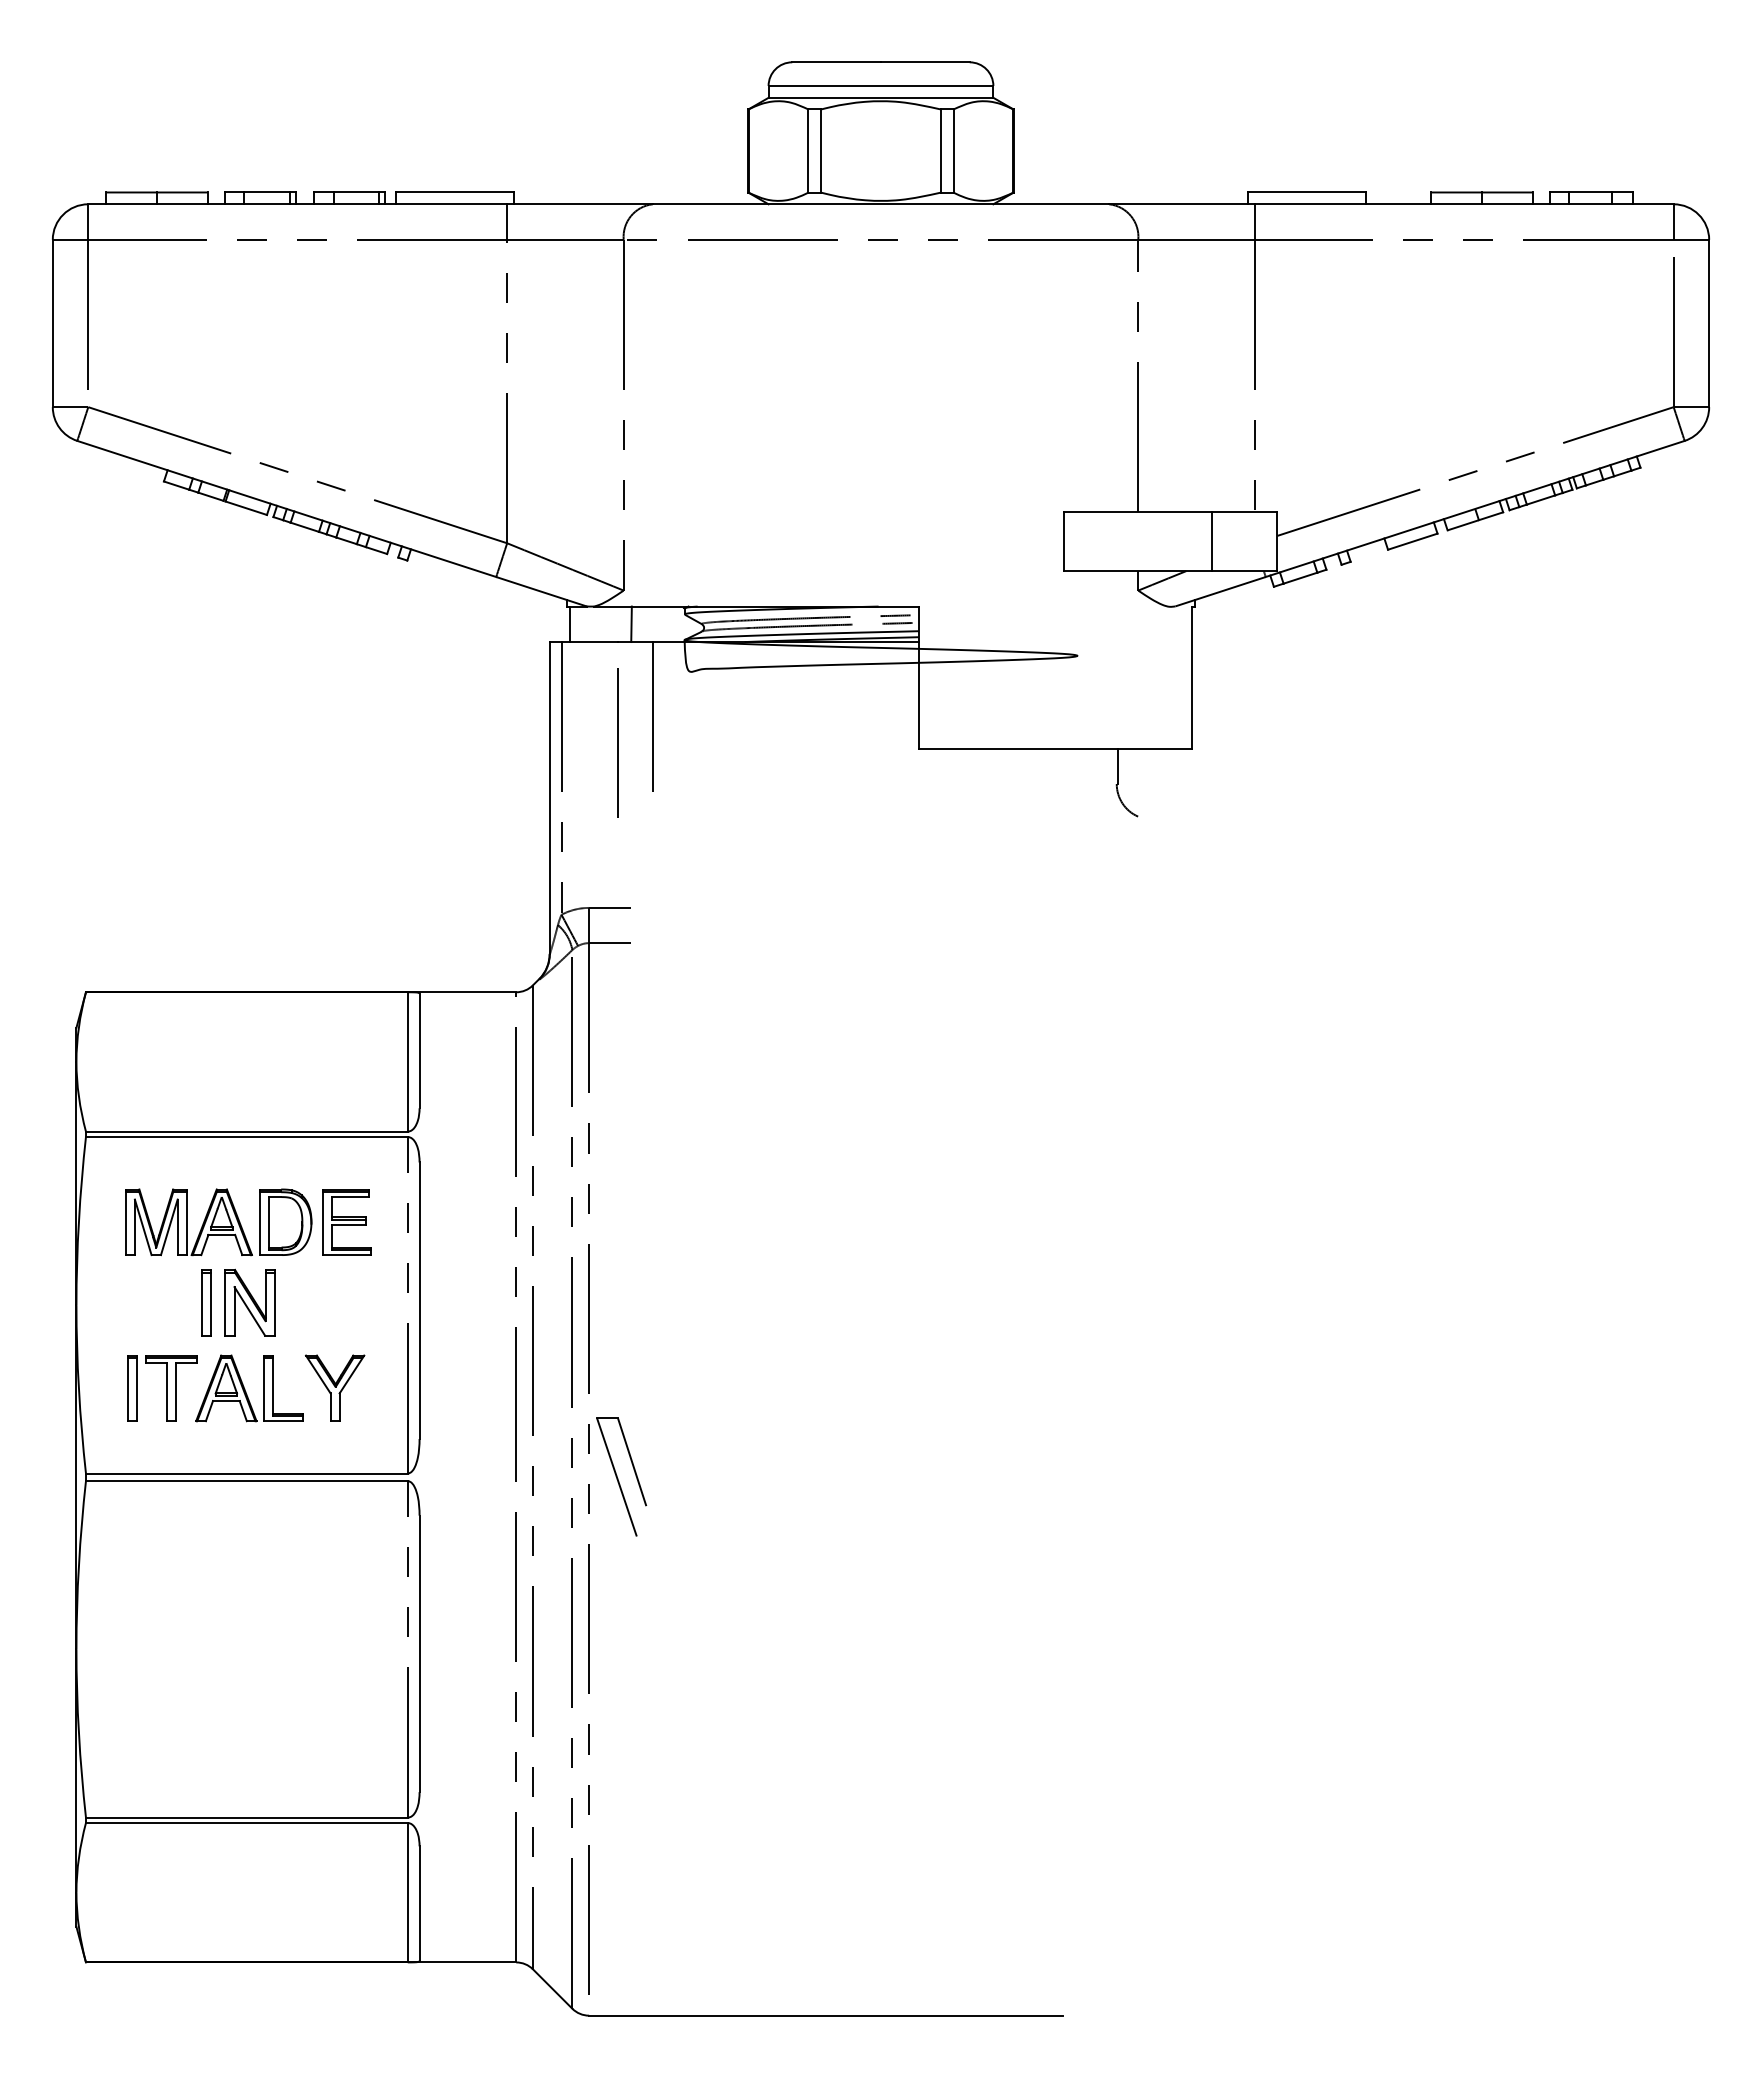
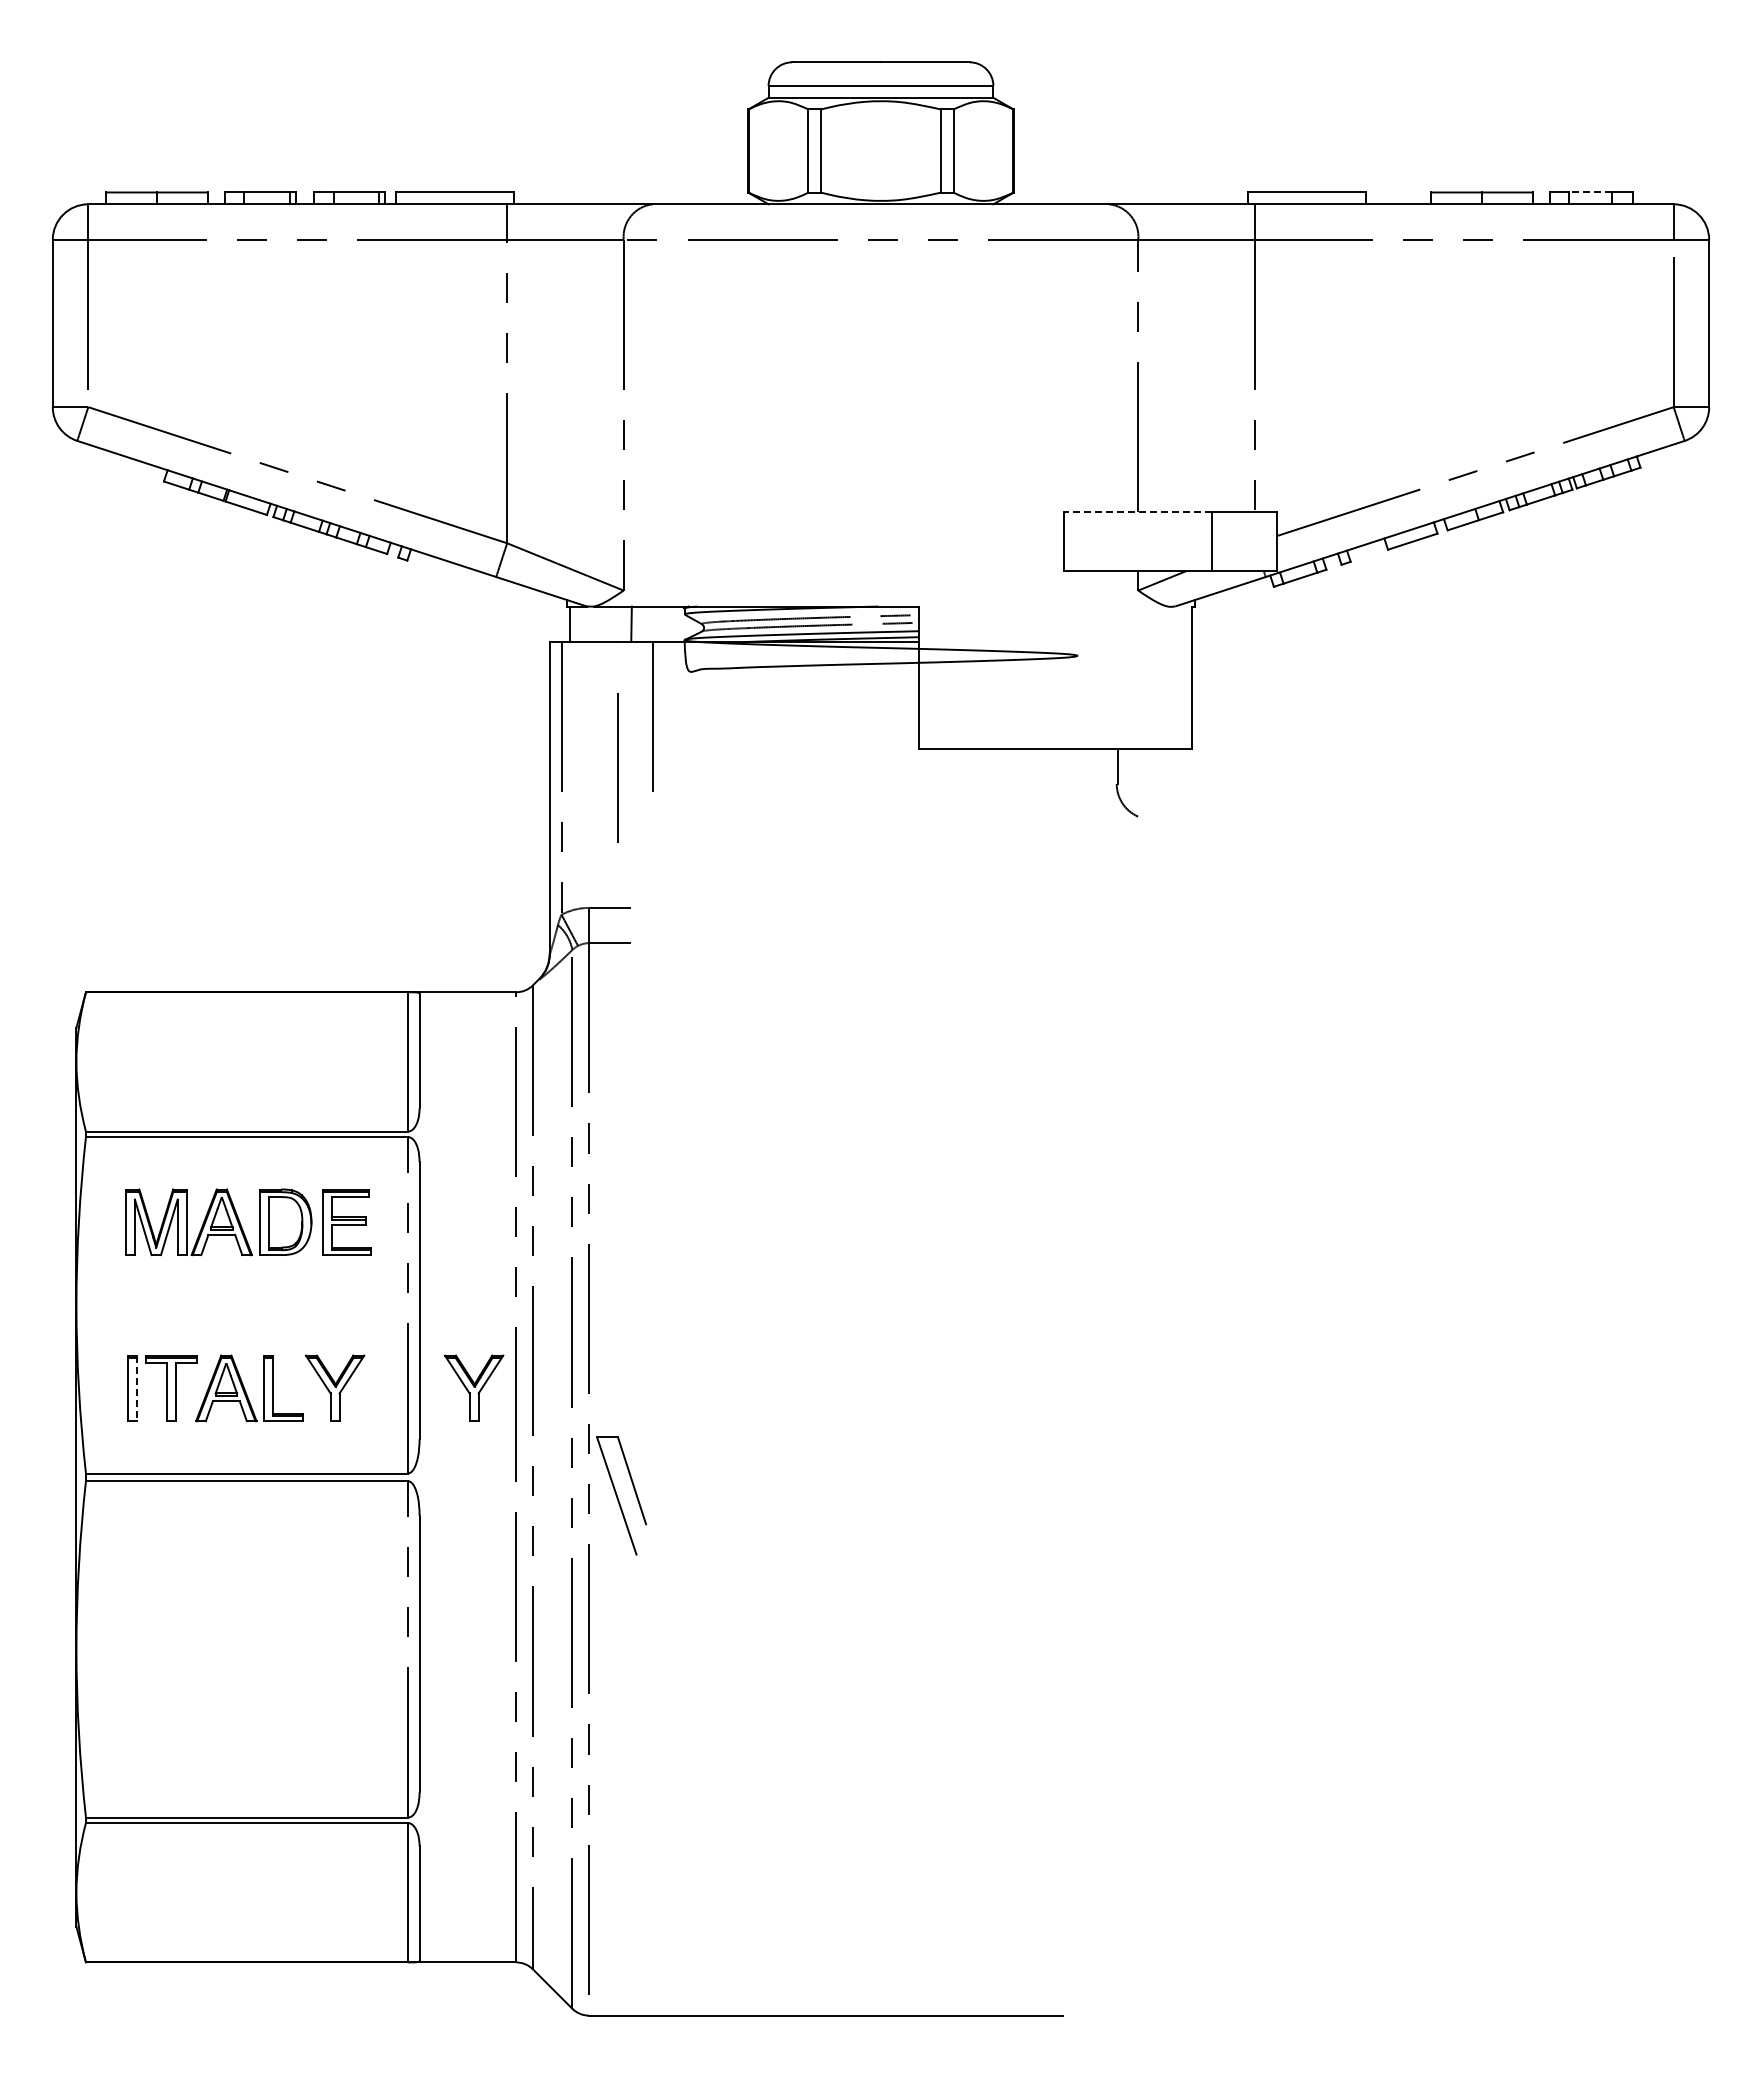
line at (1590, 192): solid -> dashed
line at (1138, 511): solid -> dashed
line at (617, 742) position: (617, 742) -> (617, 767)
part at (206, 1302): present -> none
part at (249, 1302): present -> none
part at (474, 1387): none -> present
line at (136, 1388): solid -> dashed
part at (621, 1476) position: (621, 1476) -> (621, 1495)
